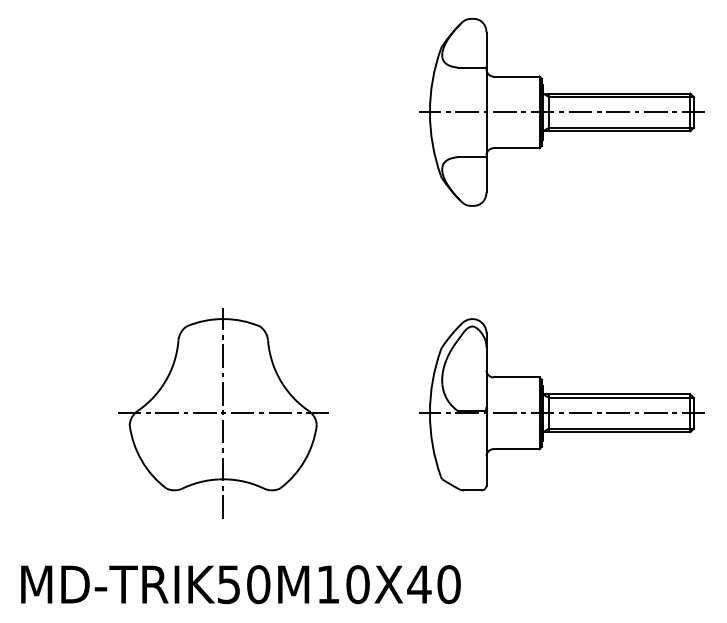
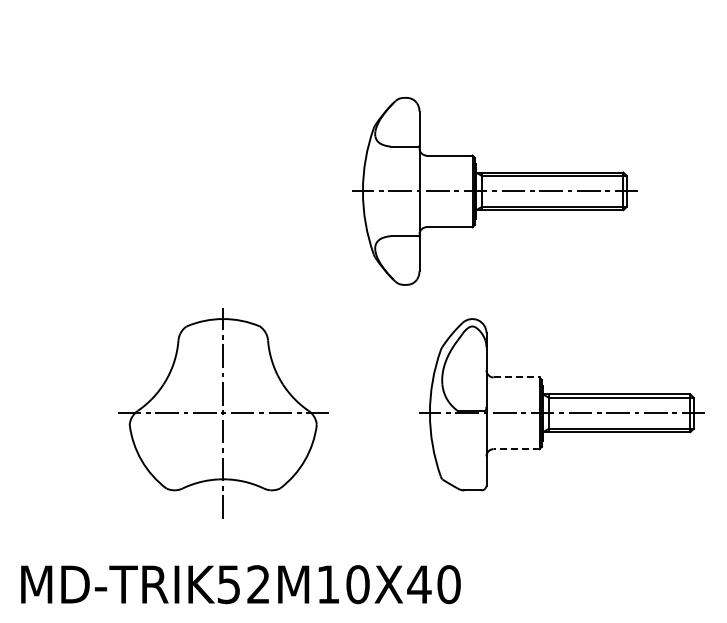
part at (561, 112) position: (561, 112) -> (494, 191)
line at (516, 377): solid -> dashed
line at (516, 449): solid -> dashed
text at (258, 584): MD-TRIK50M10X40 -> MD-TRIK52M10X40
